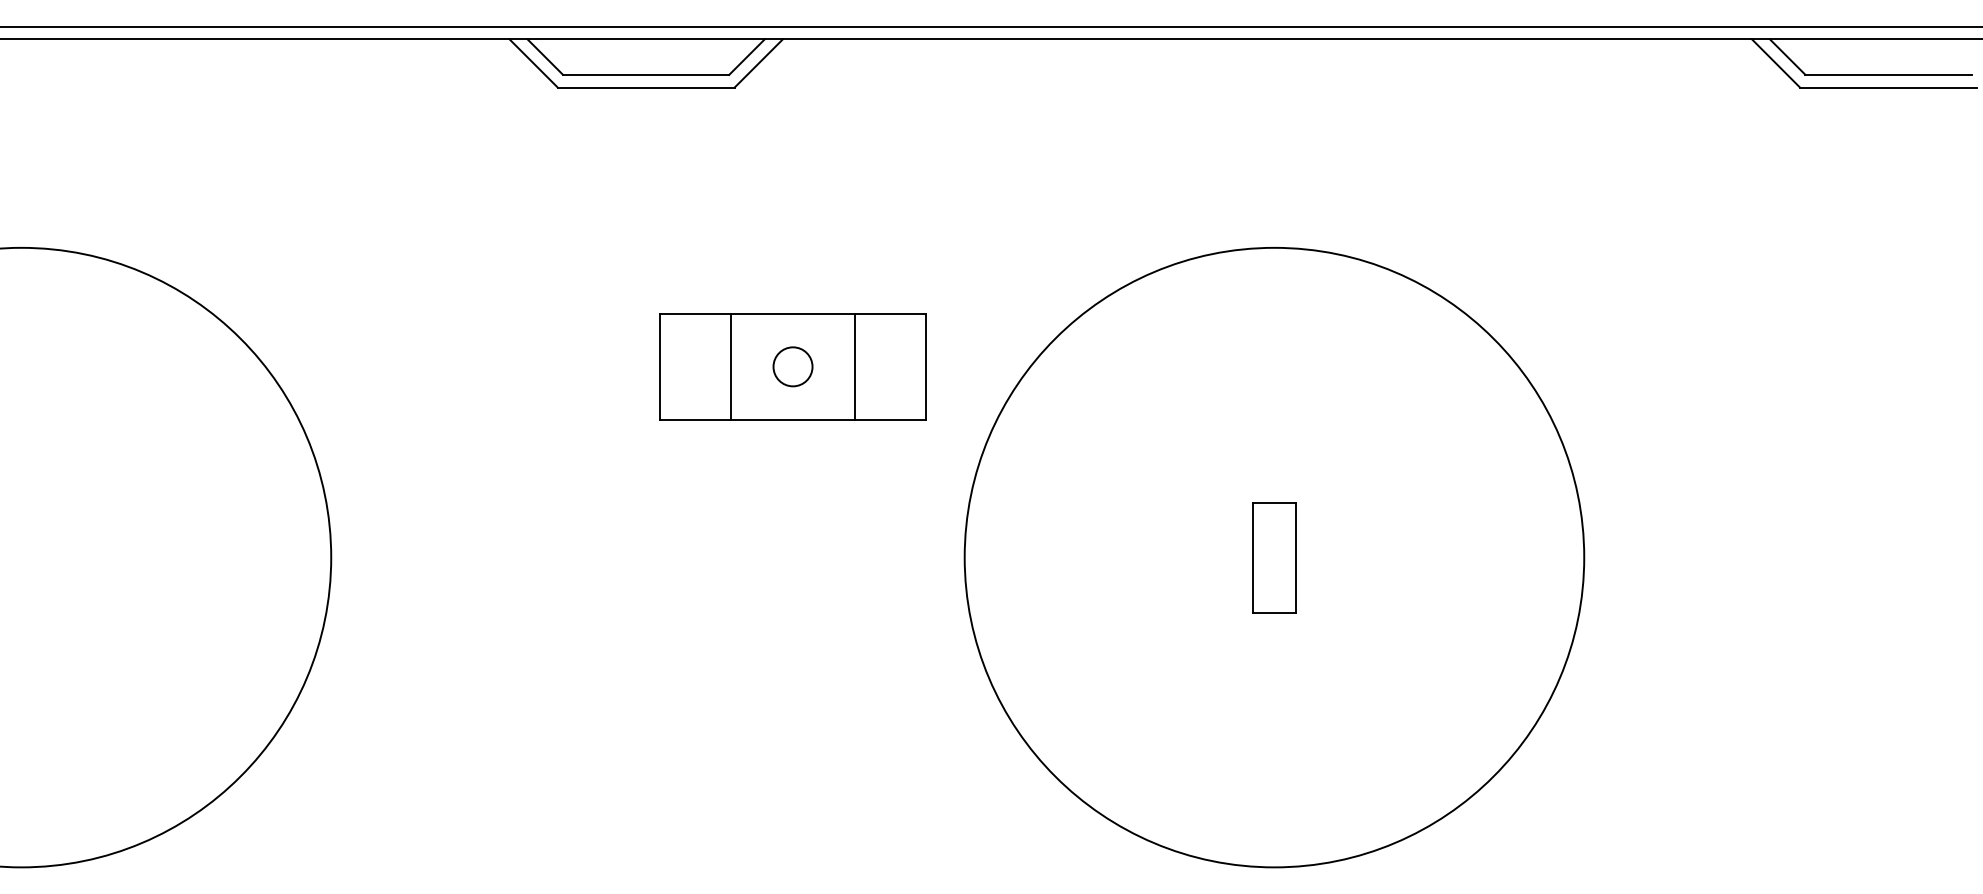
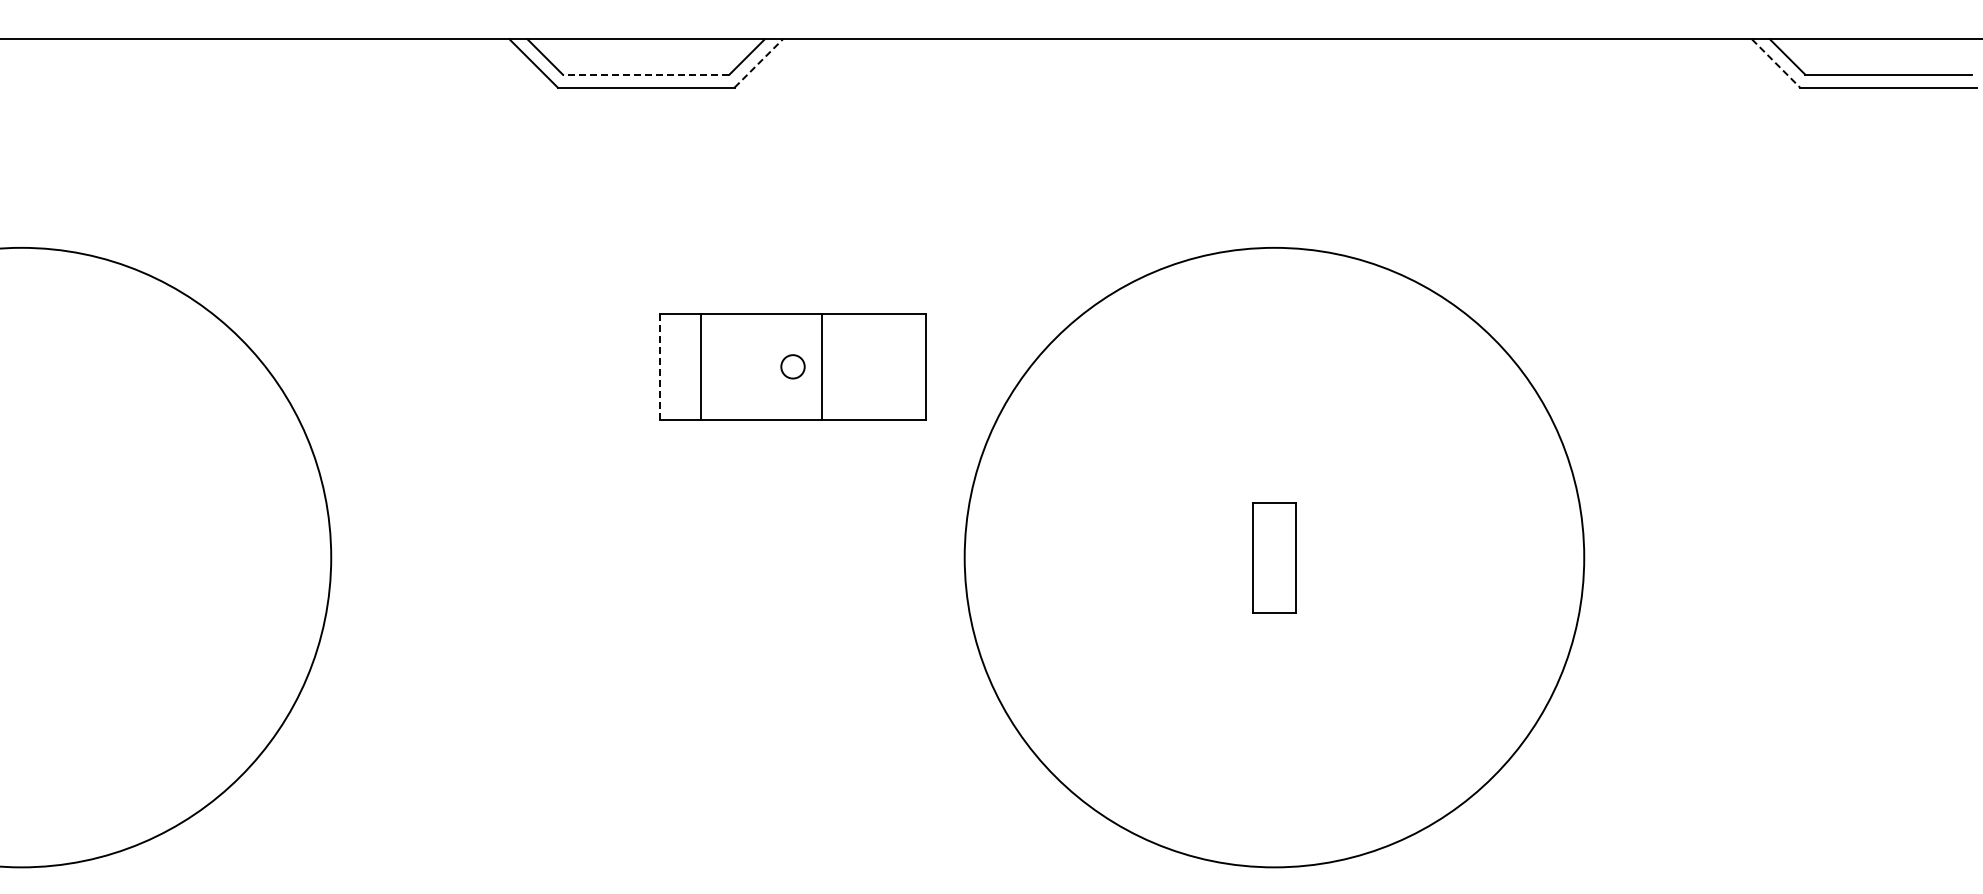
line at (990, 26): present -> none
line at (759, 63): solid -> dashed
line at (1776, 63): solid -> dashed
line at (645, 74): solid -> dashed
line at (731, 366) position: (731, 366) -> (701, 366)
circle at (792, 366) diameter: 39 px -> 23 px
line at (855, 366) position: (855, 366) -> (822, 366)
line at (660, 367): solid -> dashed
